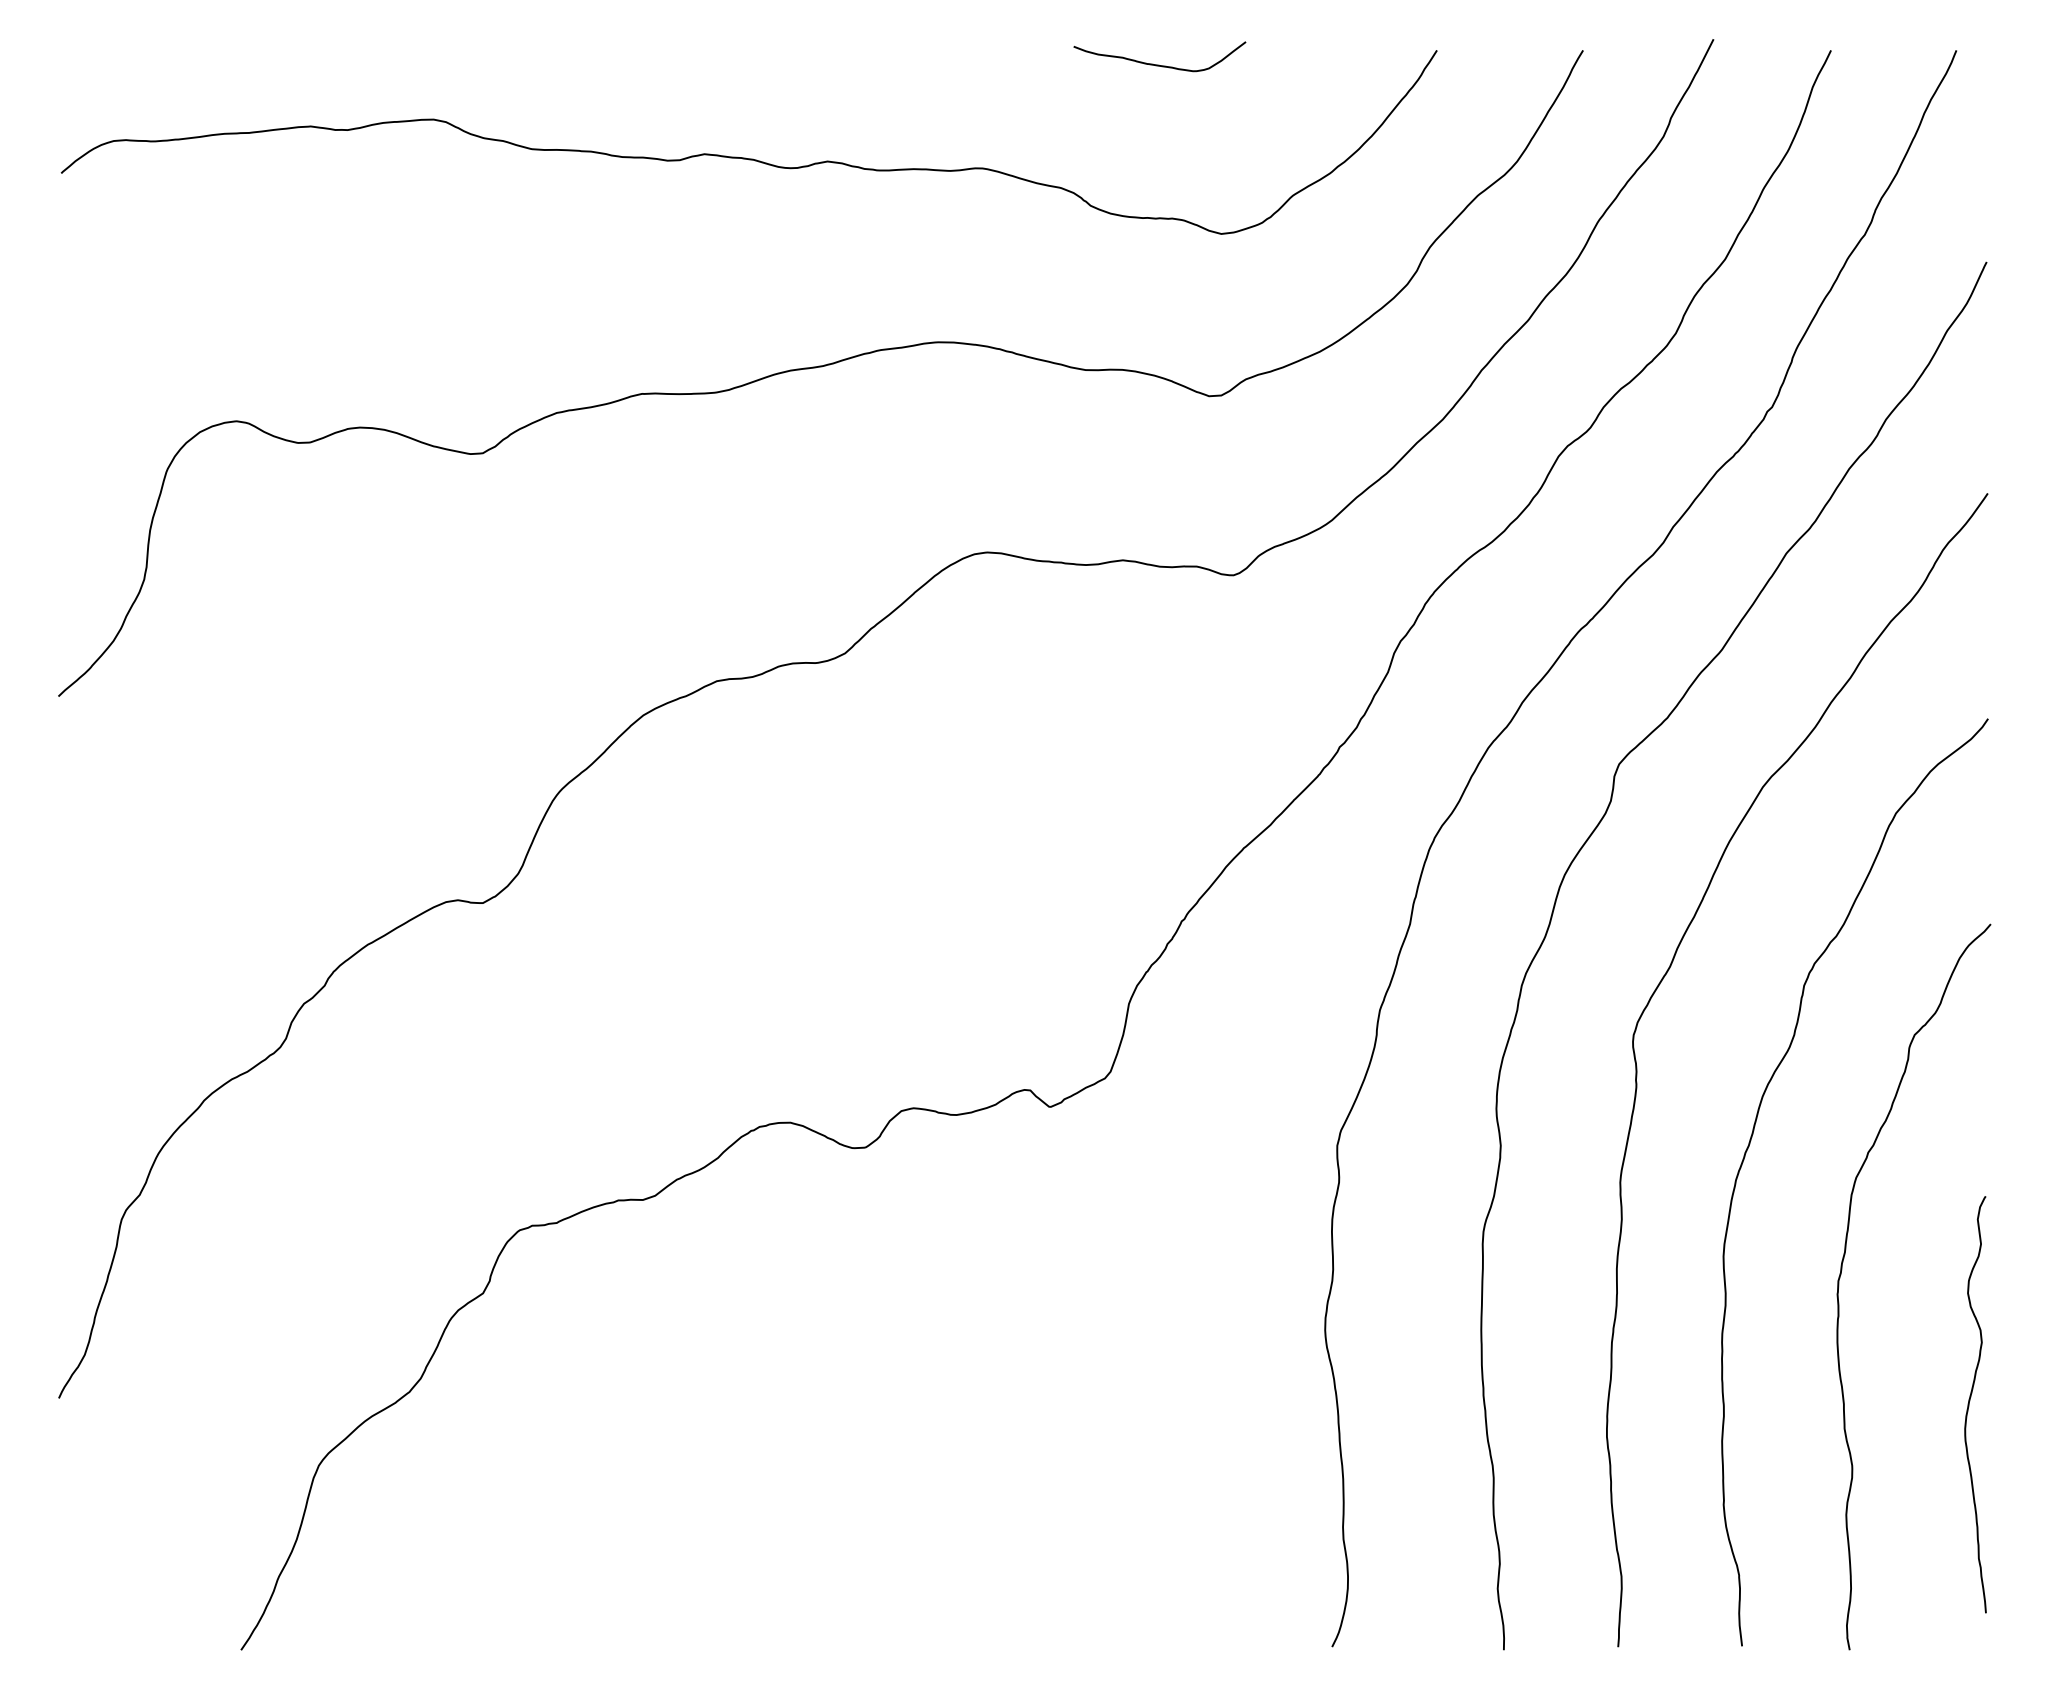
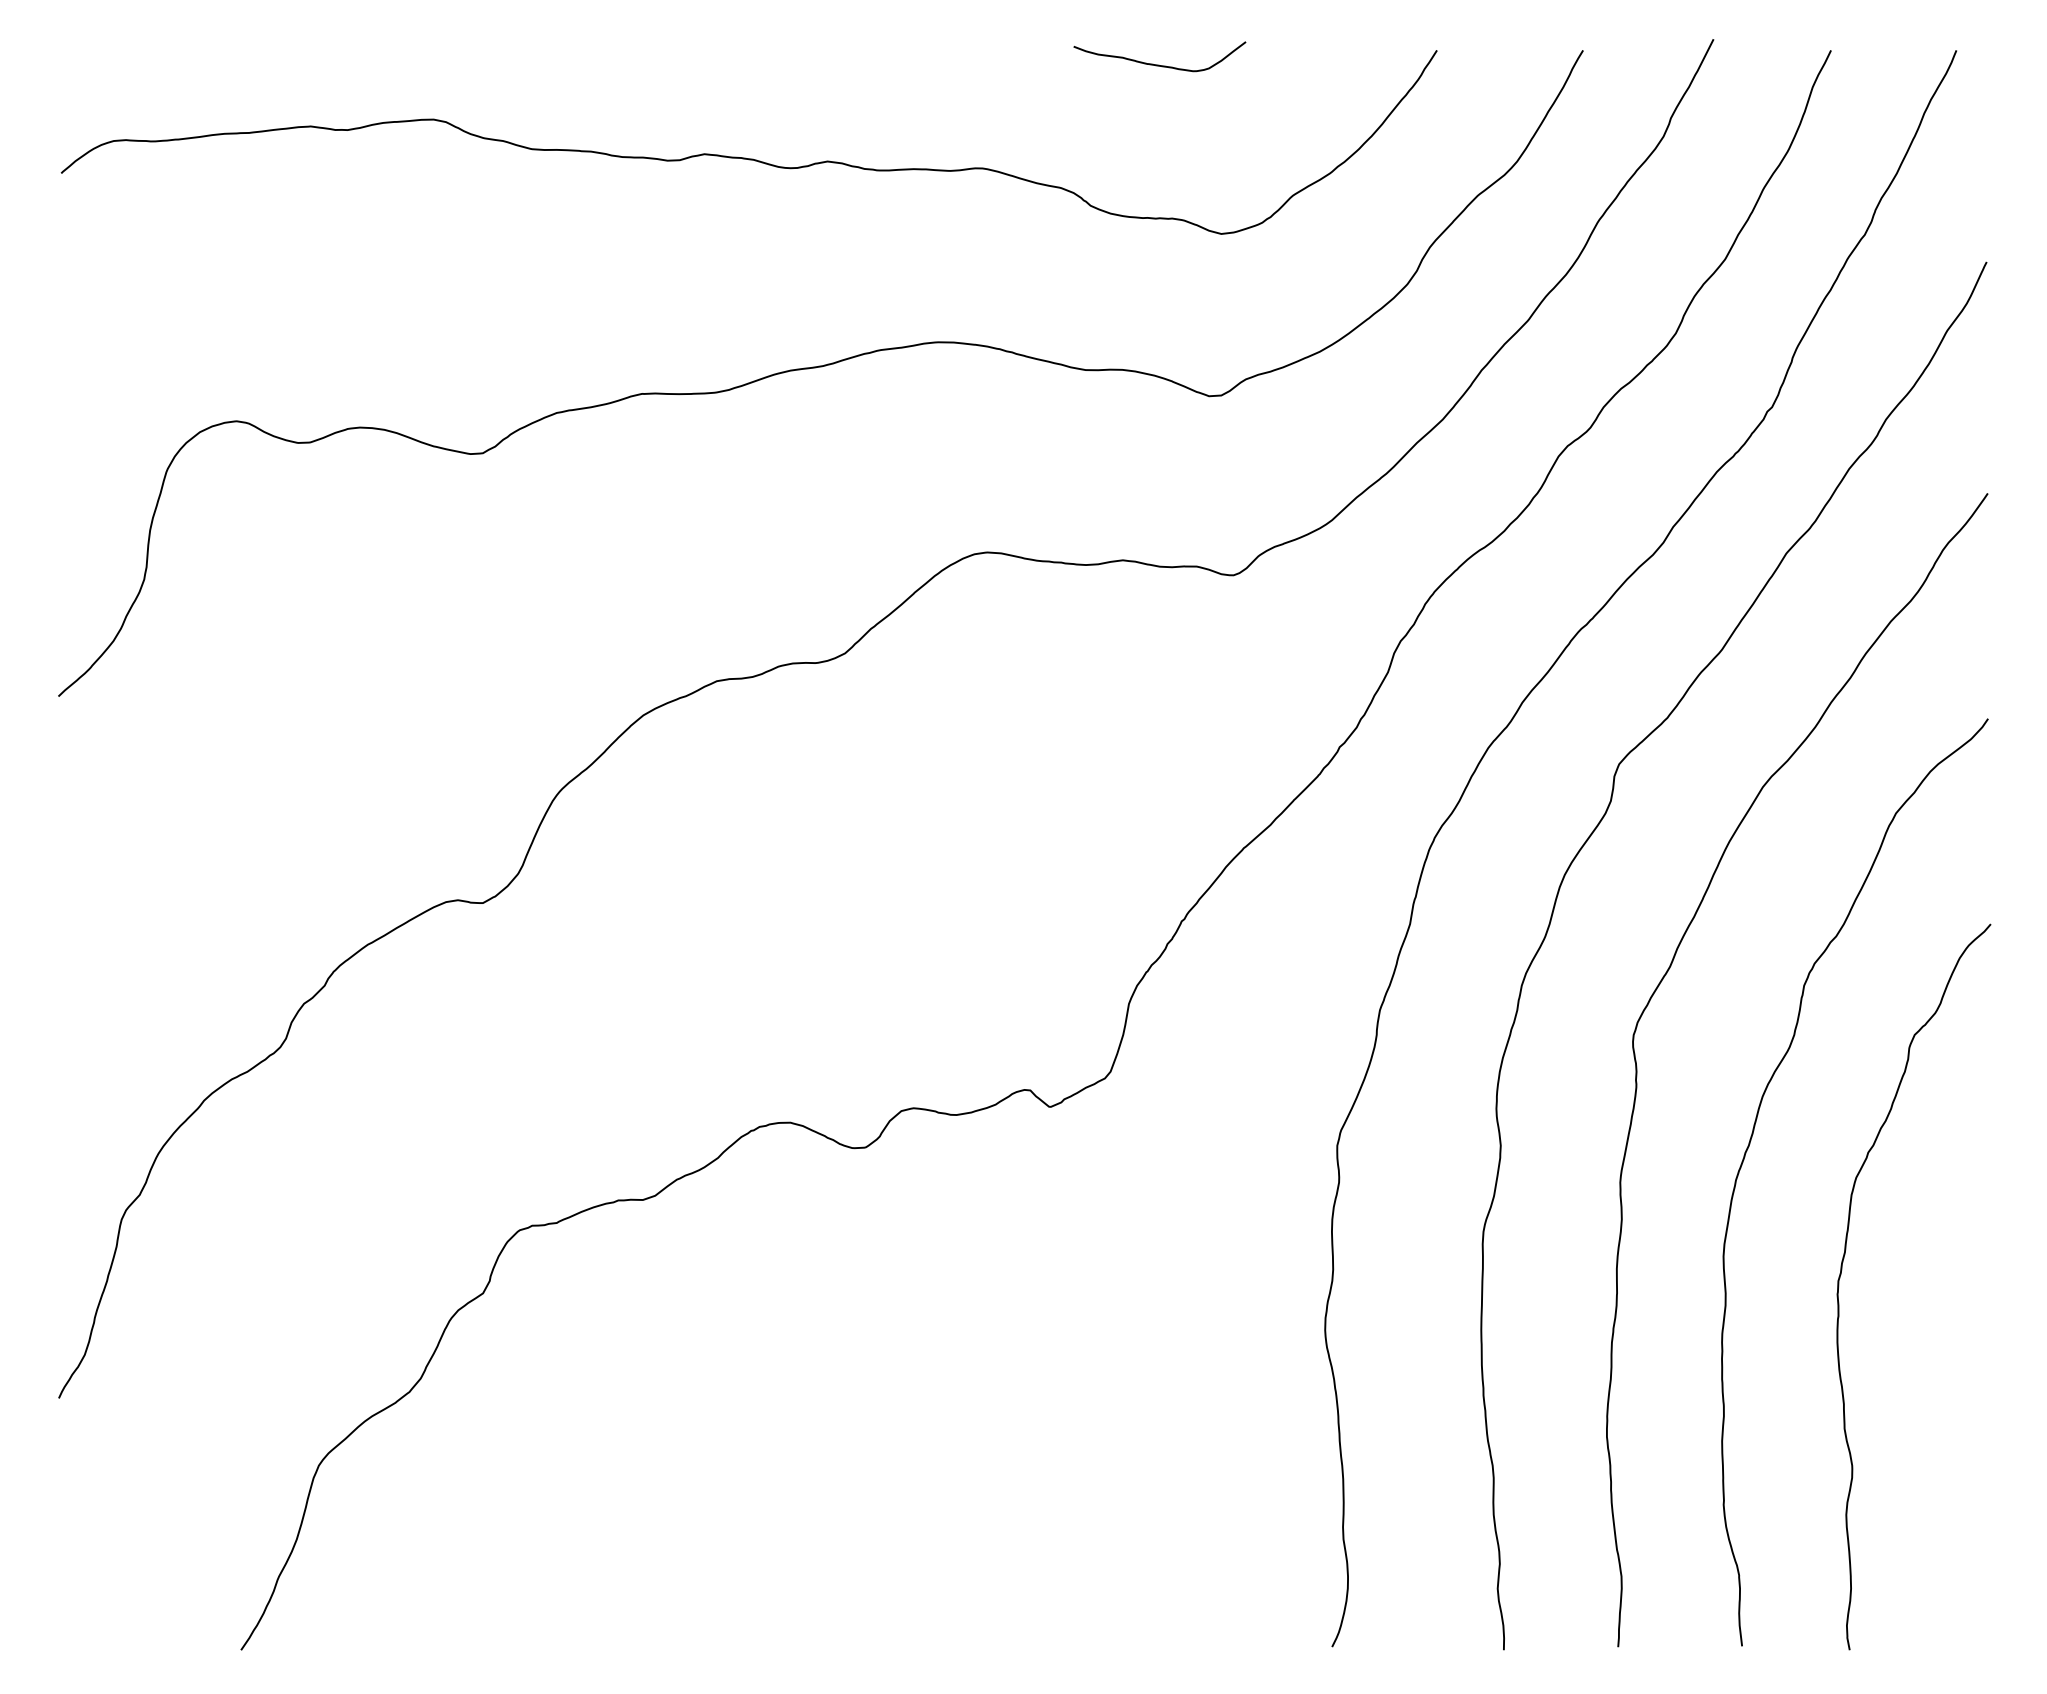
curve at (1970, 1401): present -> none
